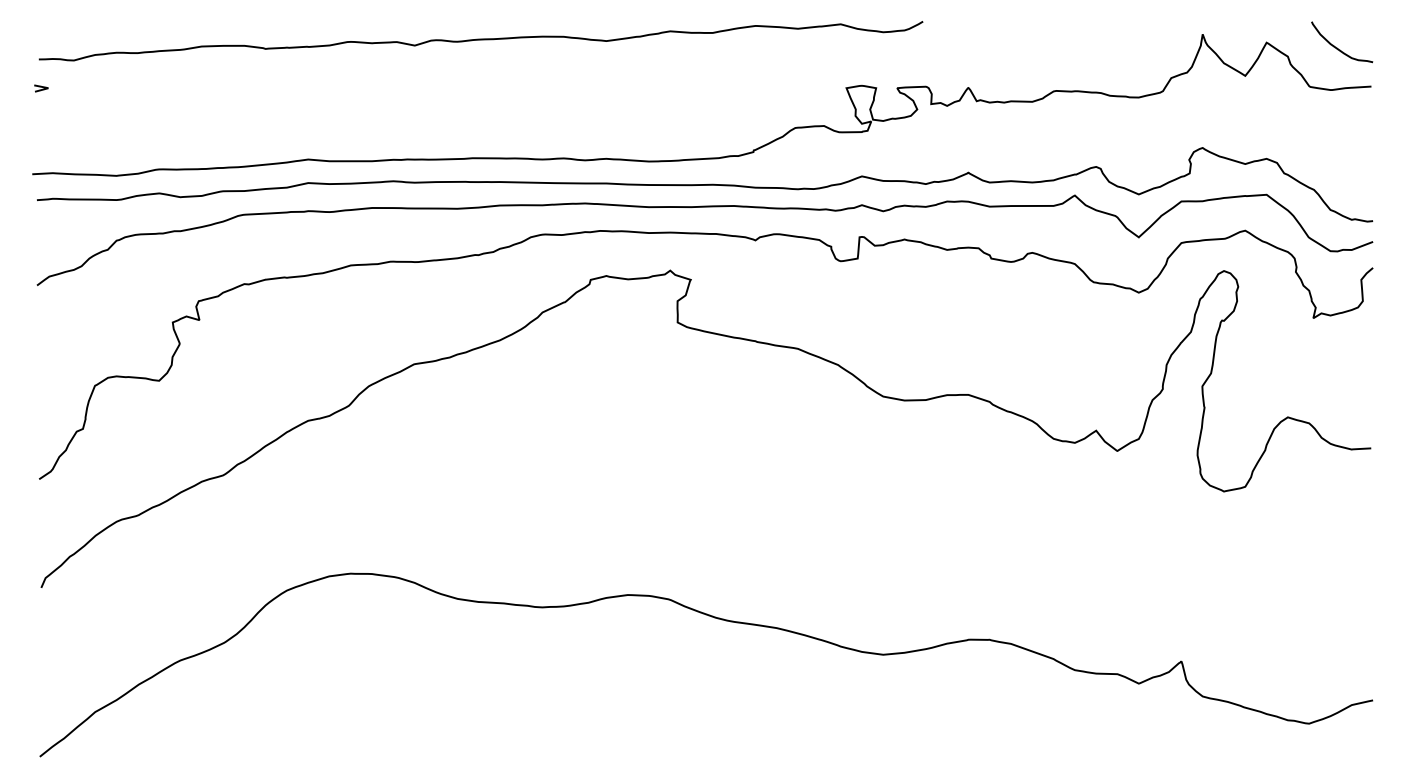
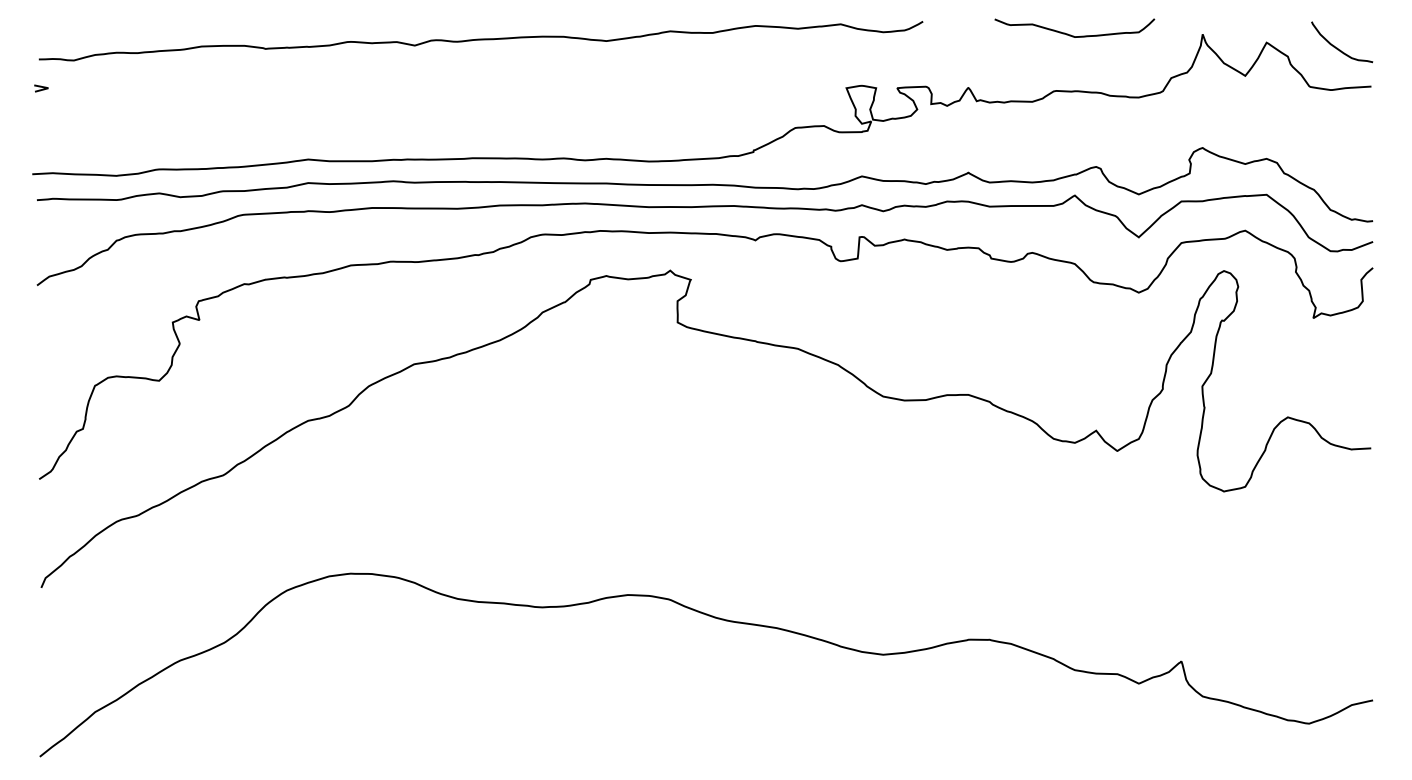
curve at (1070, 34): none -> present
